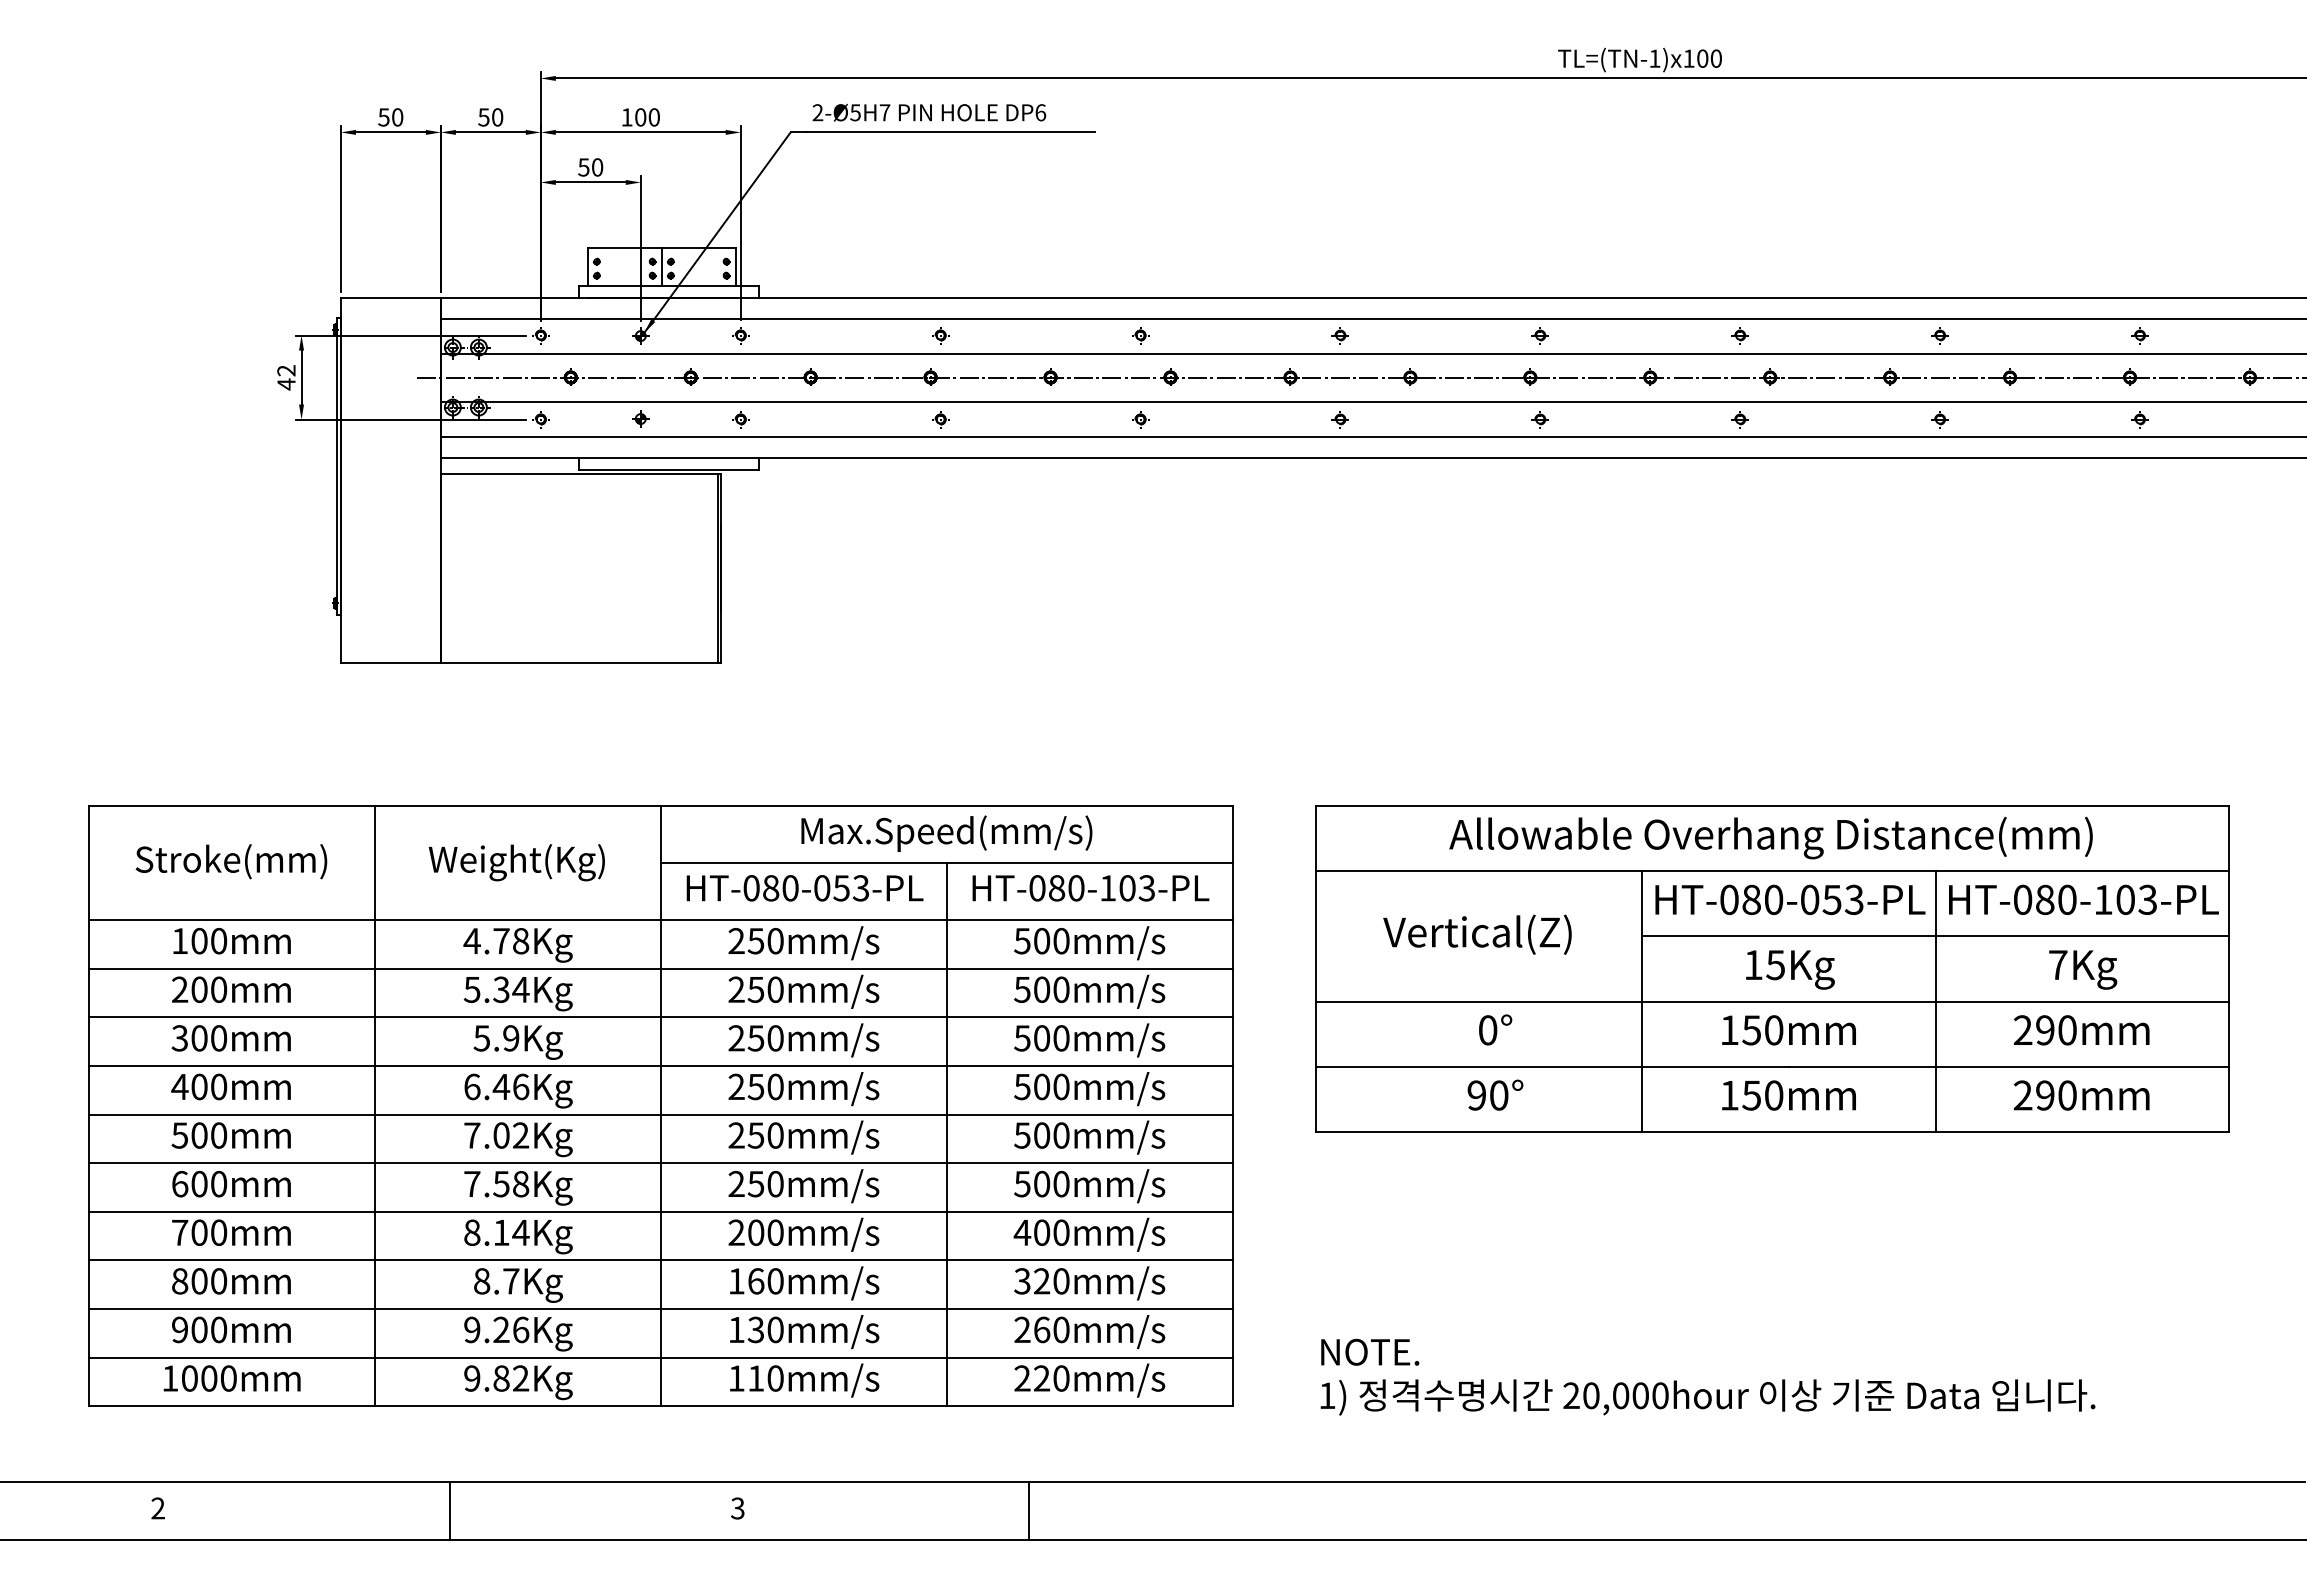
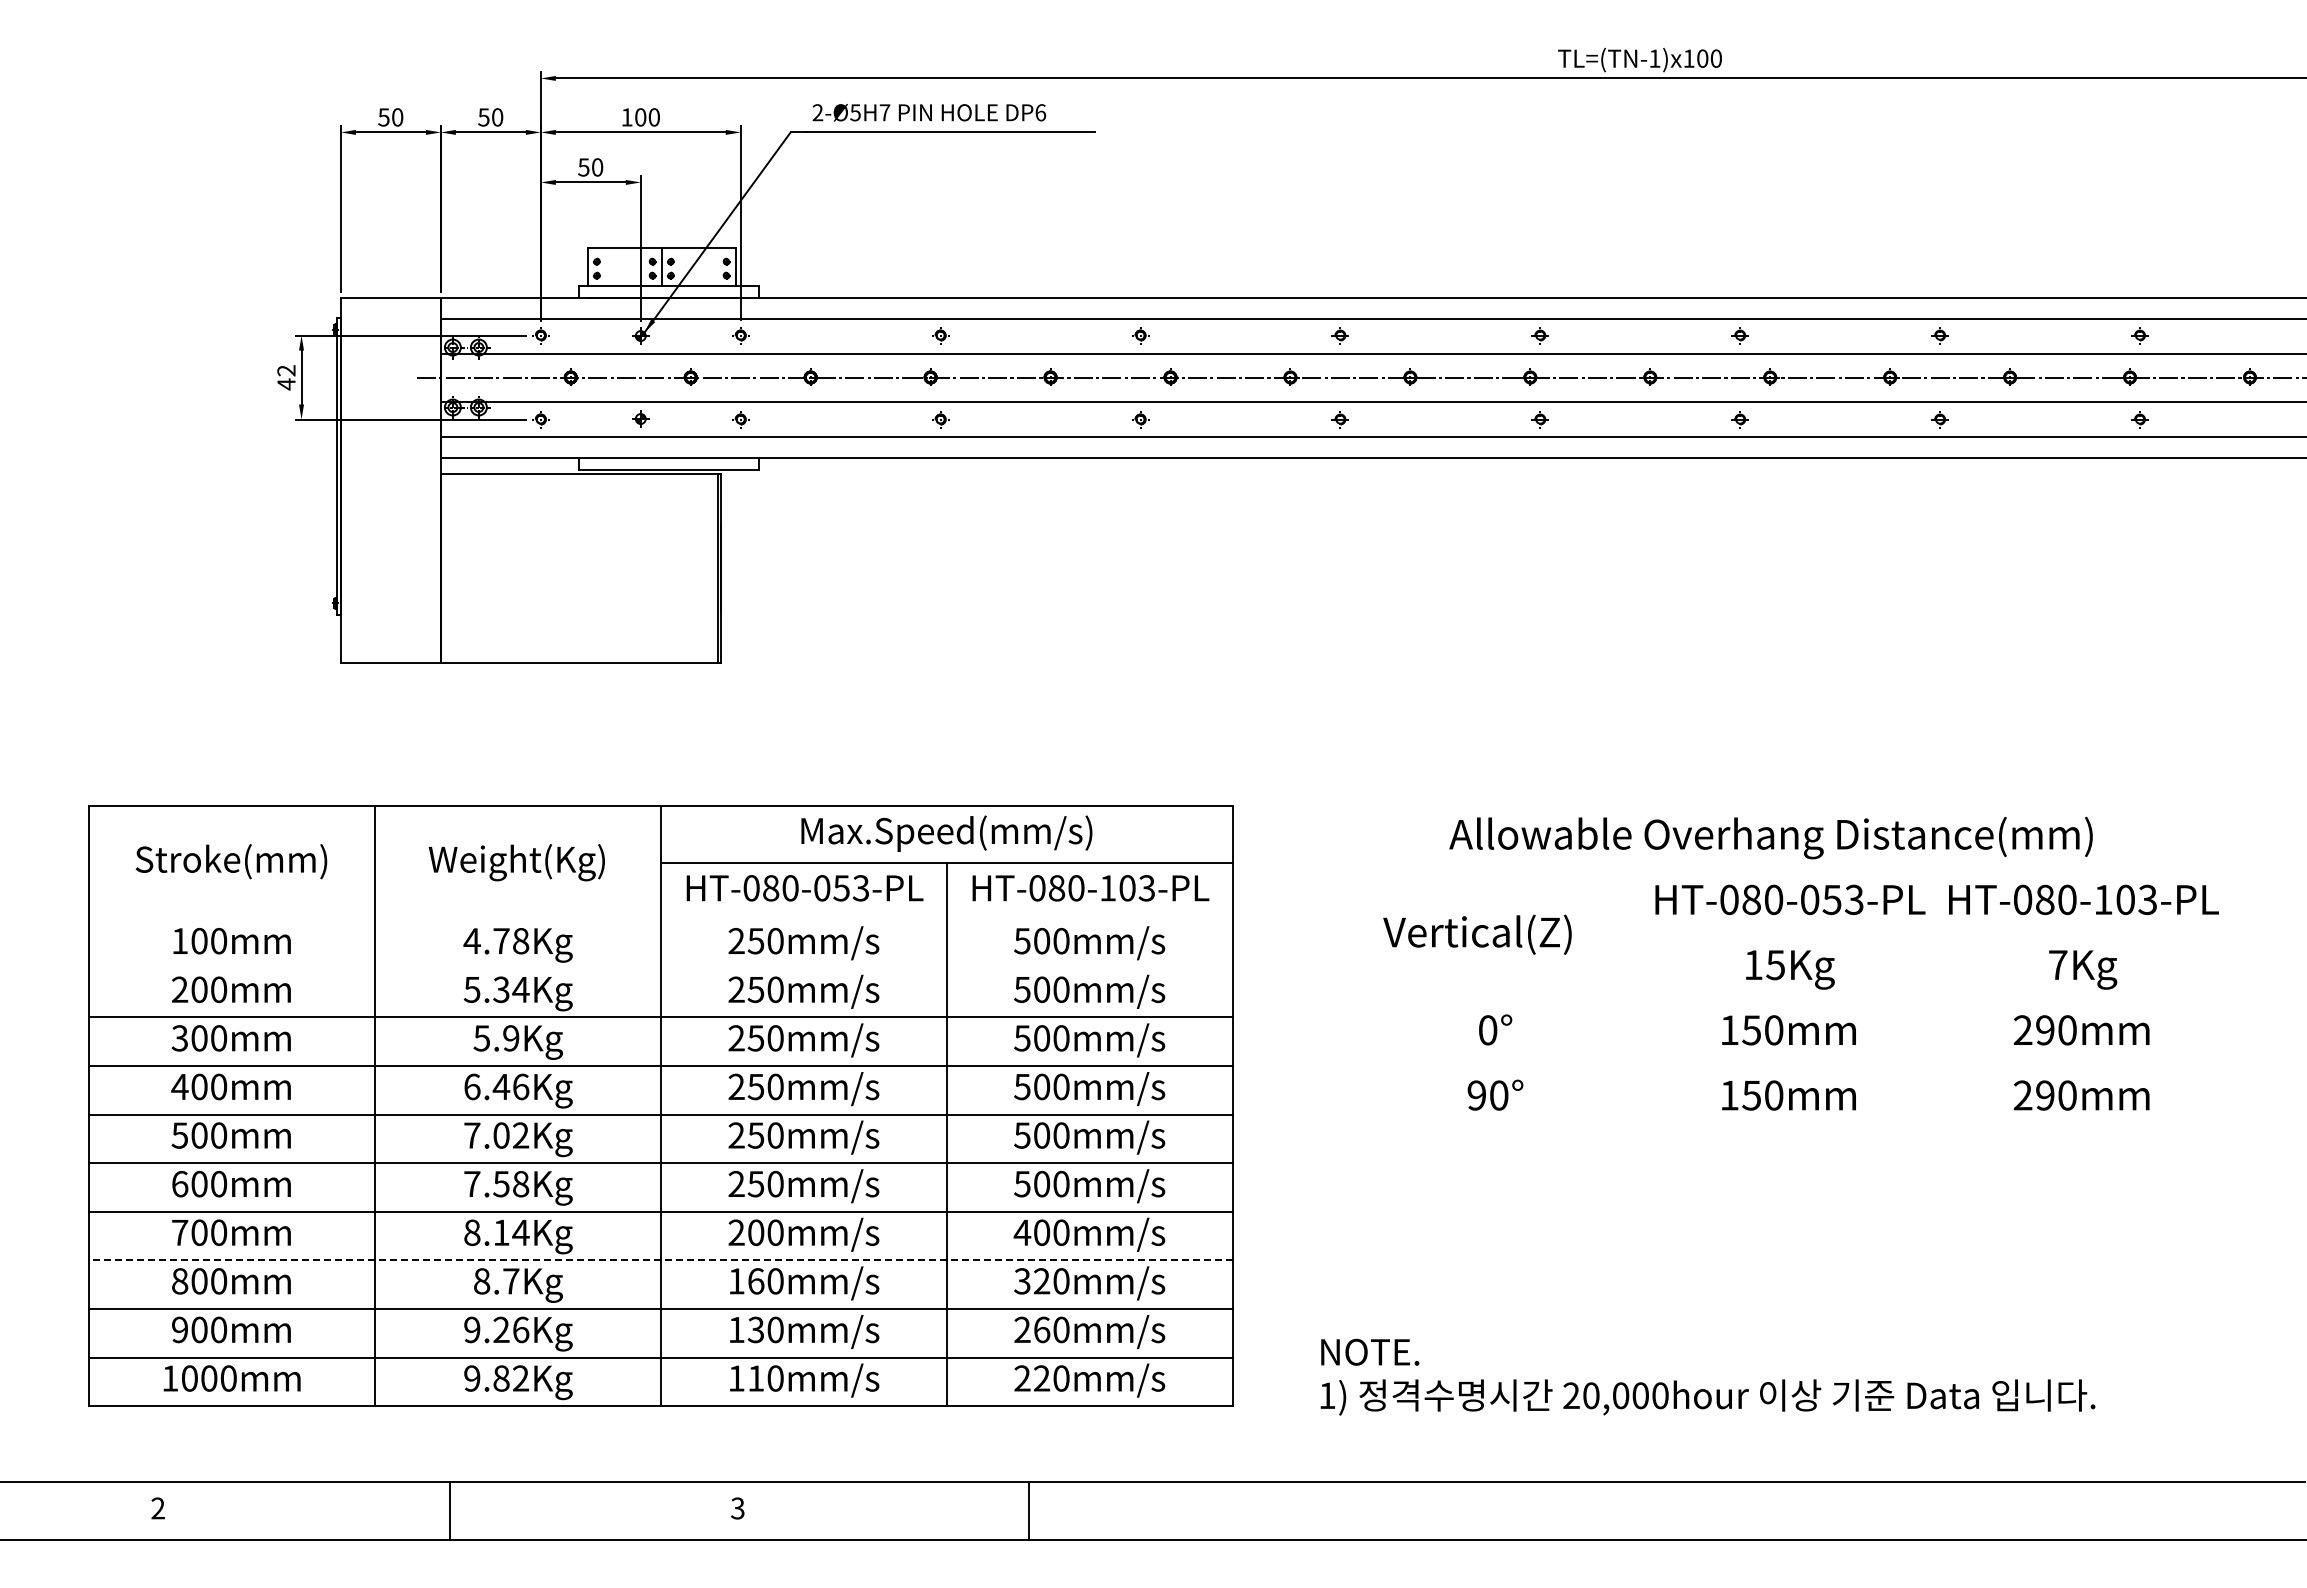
line at (660, 920): present -> none
line at (660, 968): present -> none
part at (1772, 968): present -> none
line at (660, 1260): solid -> dashed
